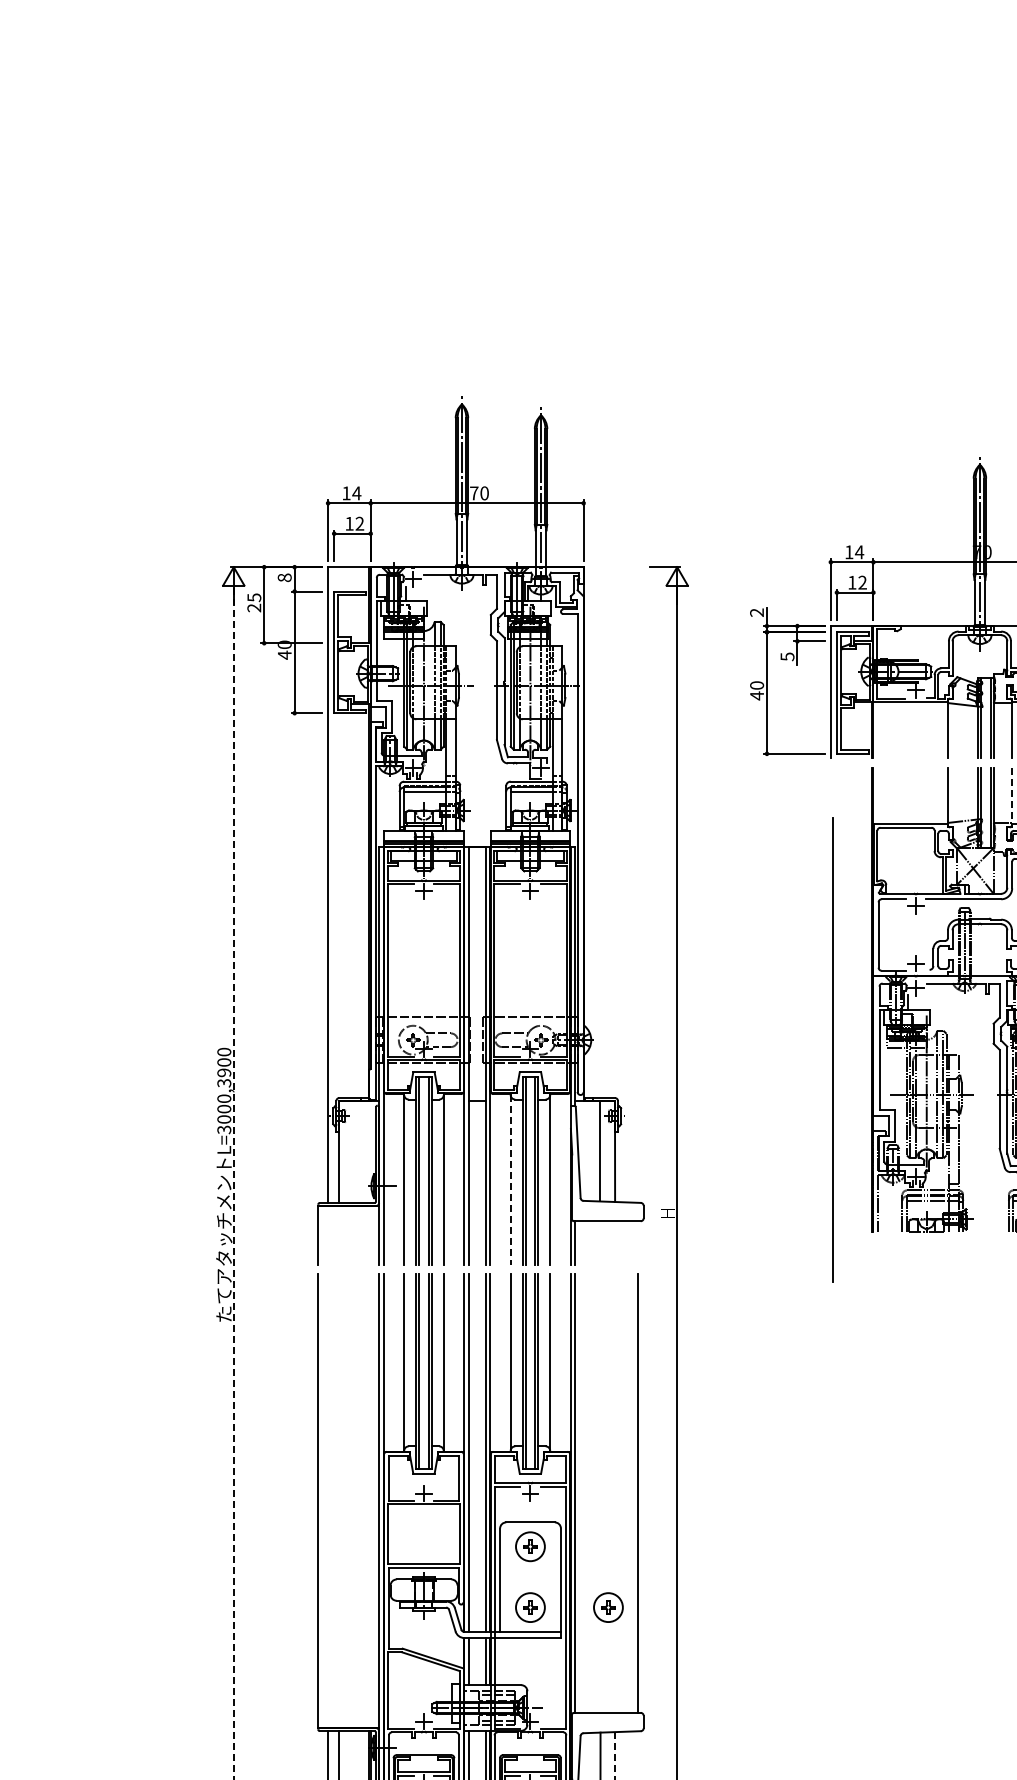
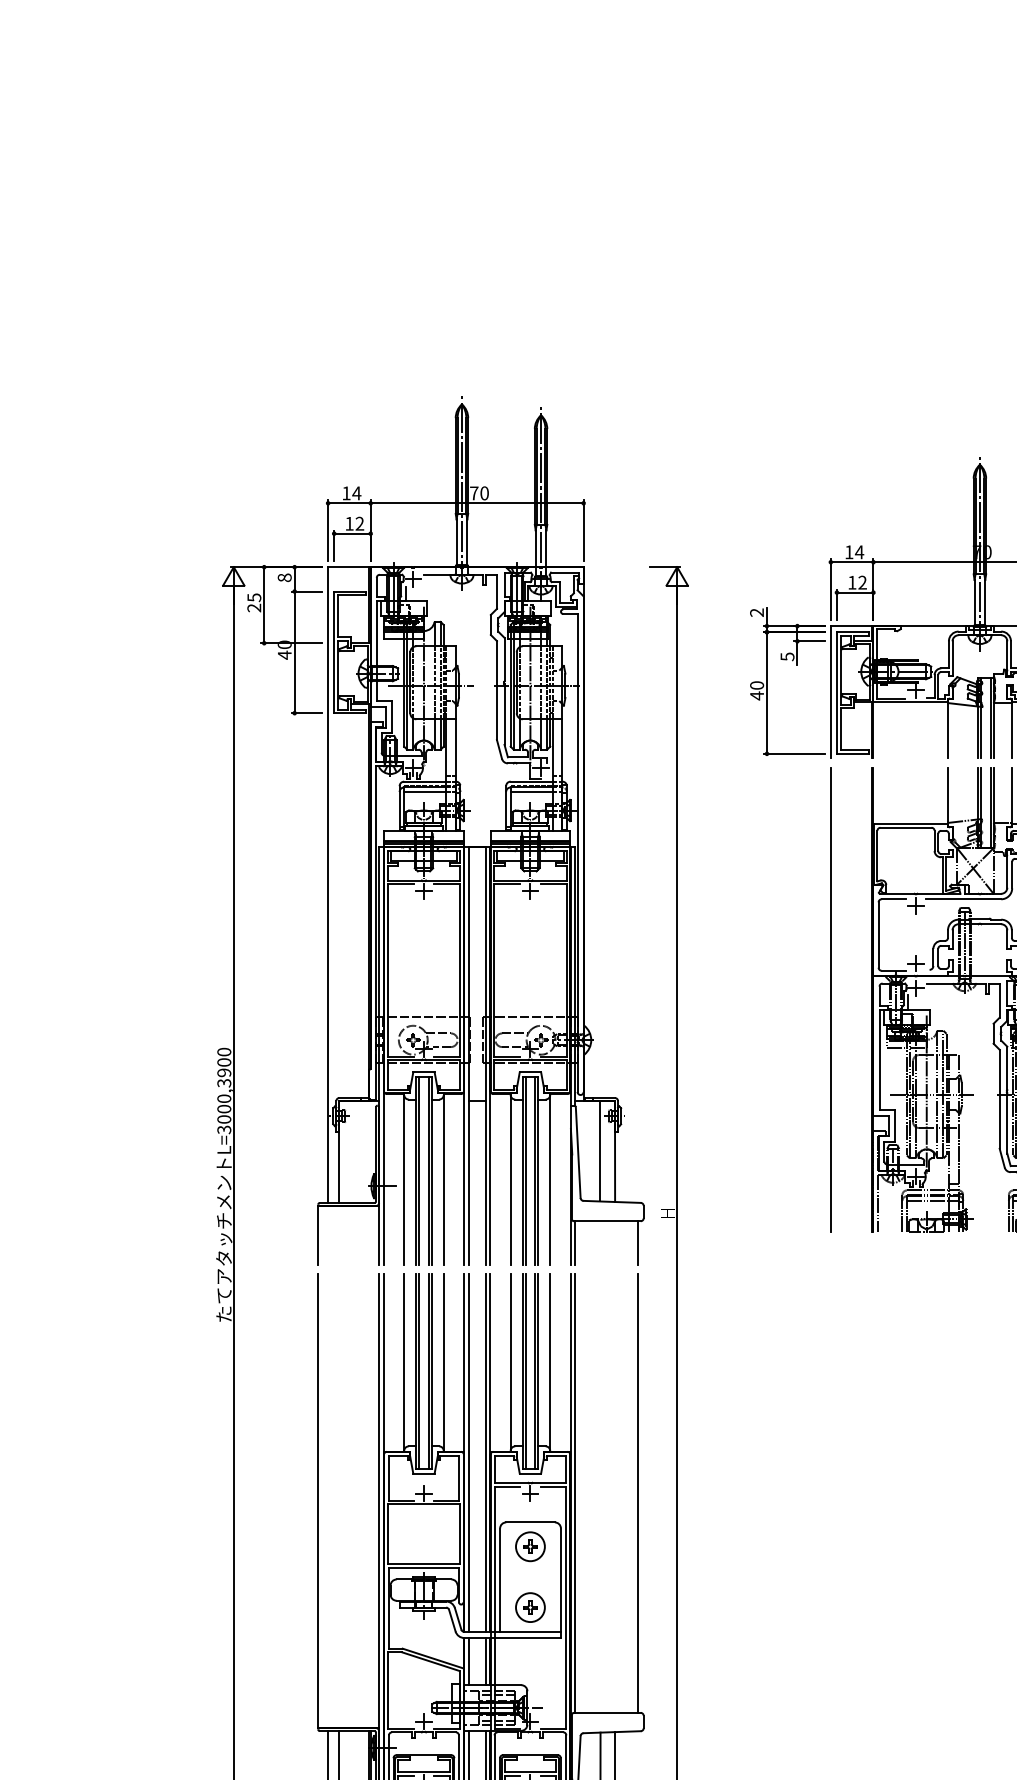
line at (1011, 796): dashed -> solid
line at (832, 1049) position: (832, 1049) -> (830, 999)
line at (510, 1180): dashed -> solid
line at (233, 1184): dashed -> solid
line at (637, 1243): none -> present
part at (608, 1607): present -> none
line at (614, 1755): dashed -> solid
